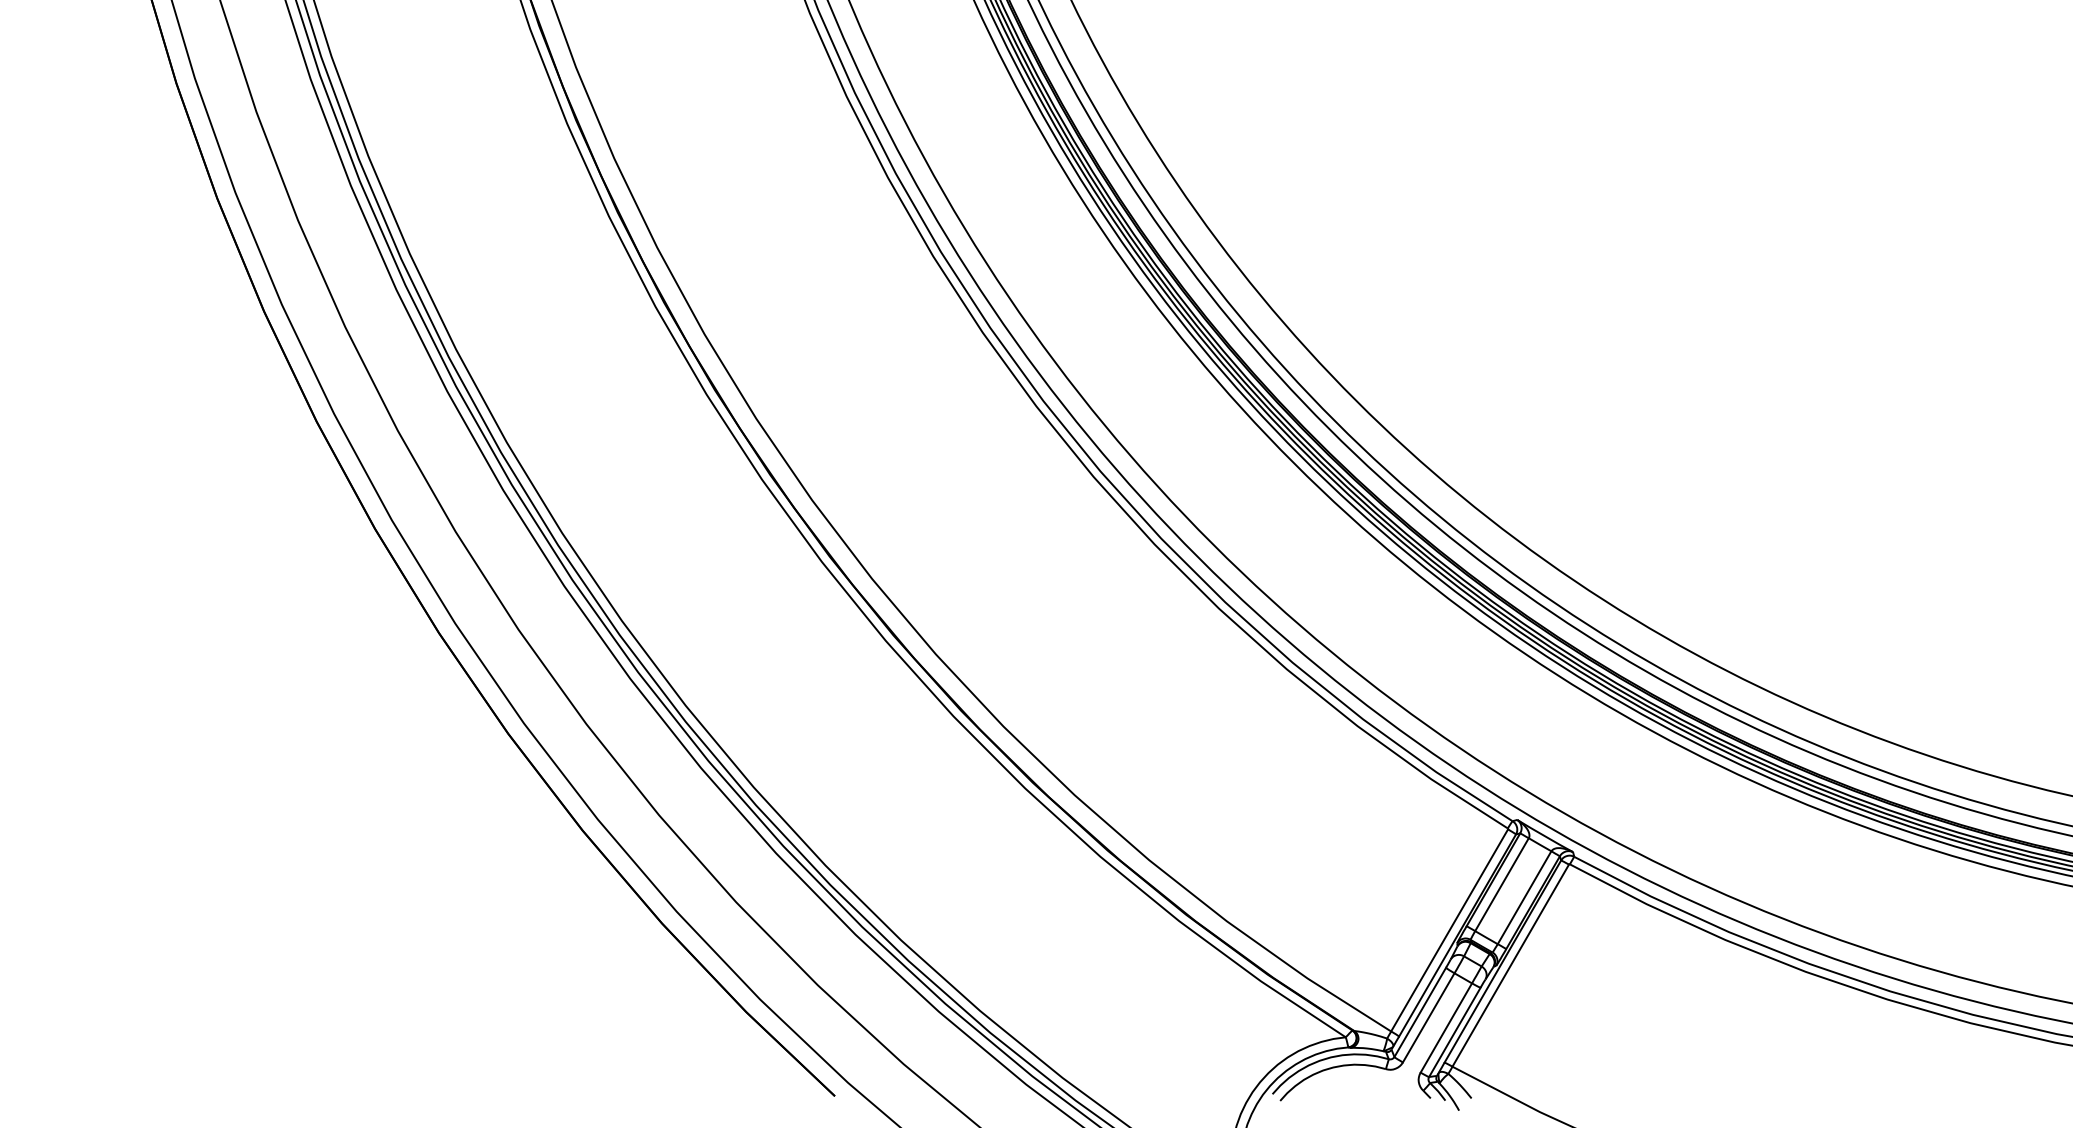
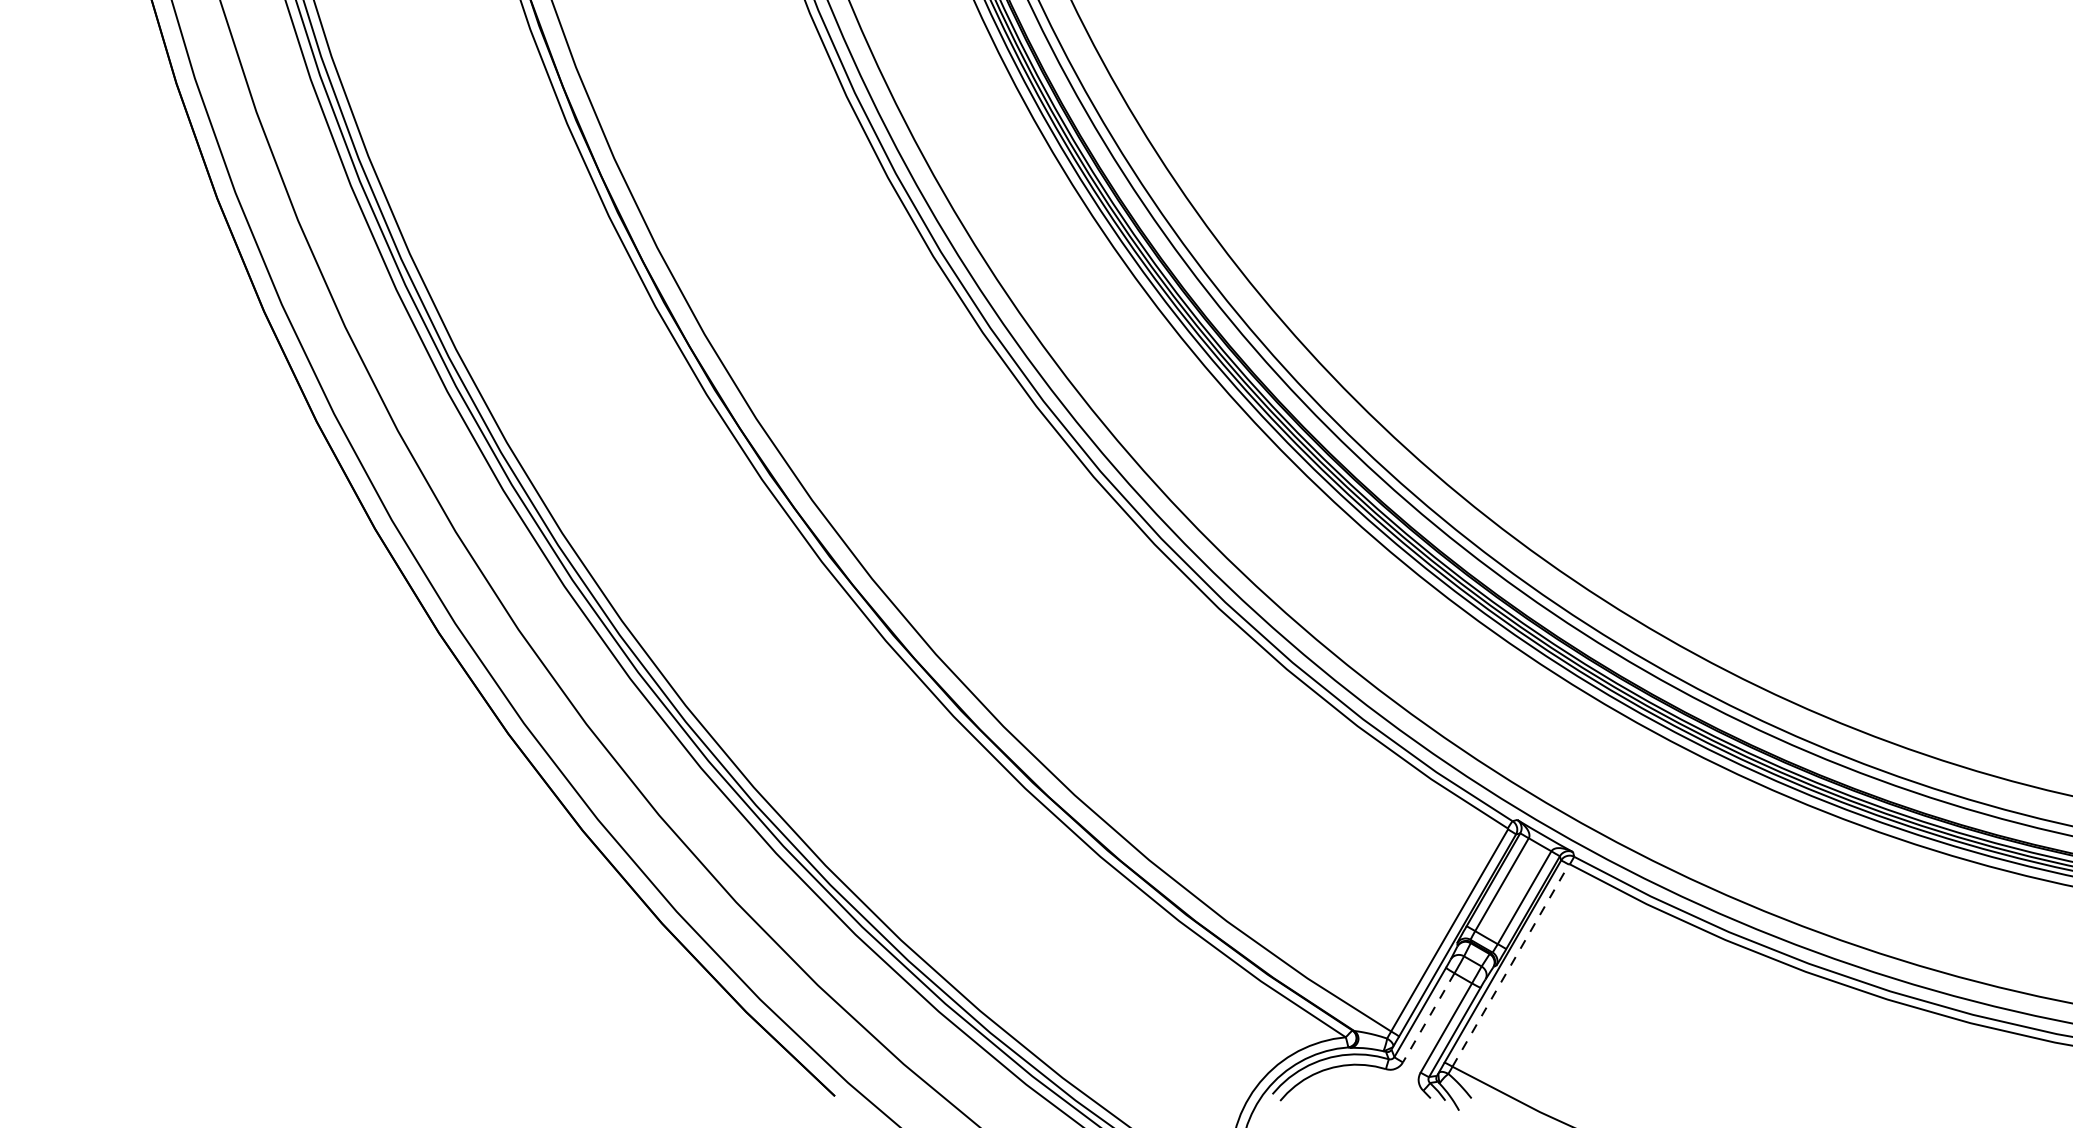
line at (1510, 965): solid -> dashed
line at (1428, 1018): solid -> dashed
